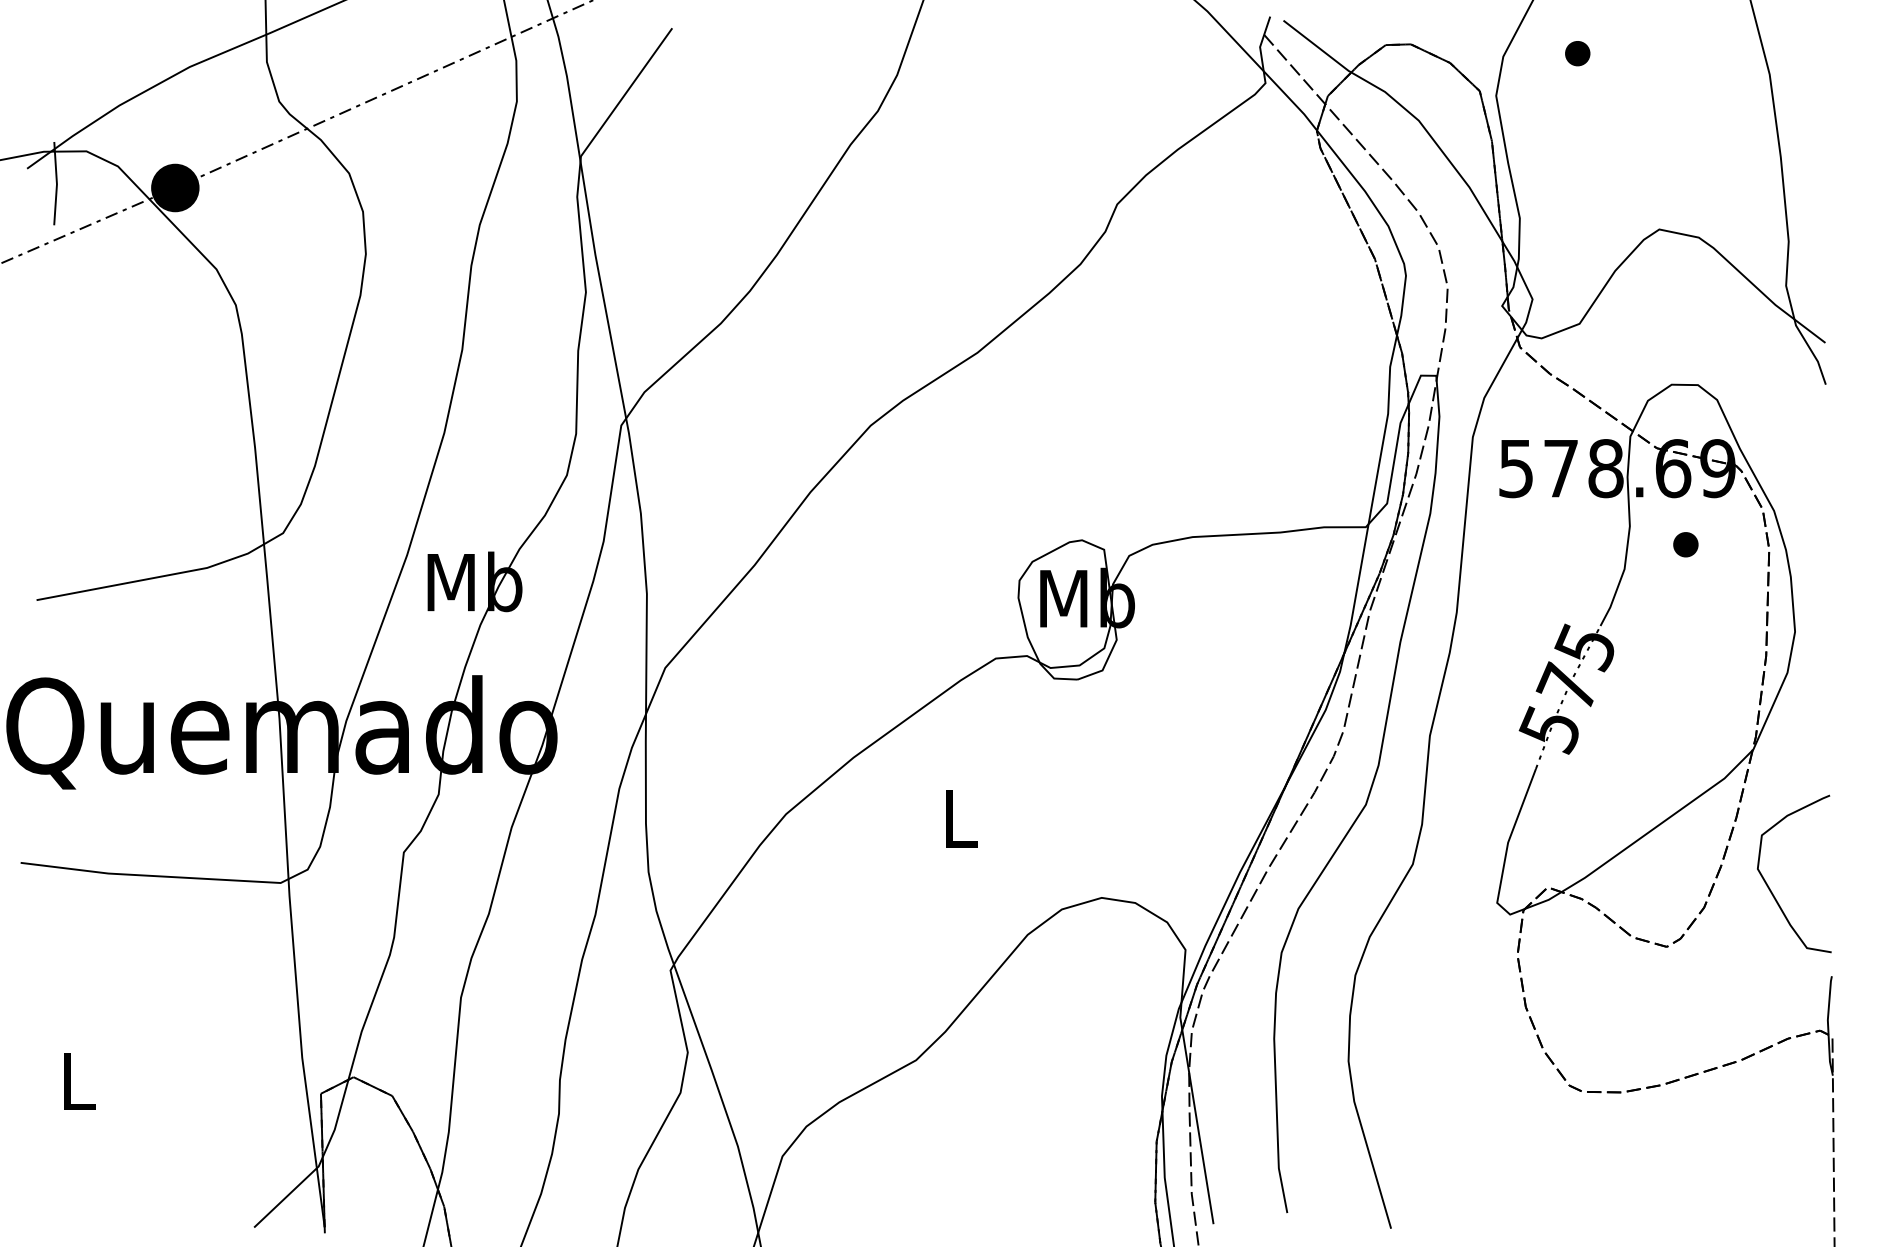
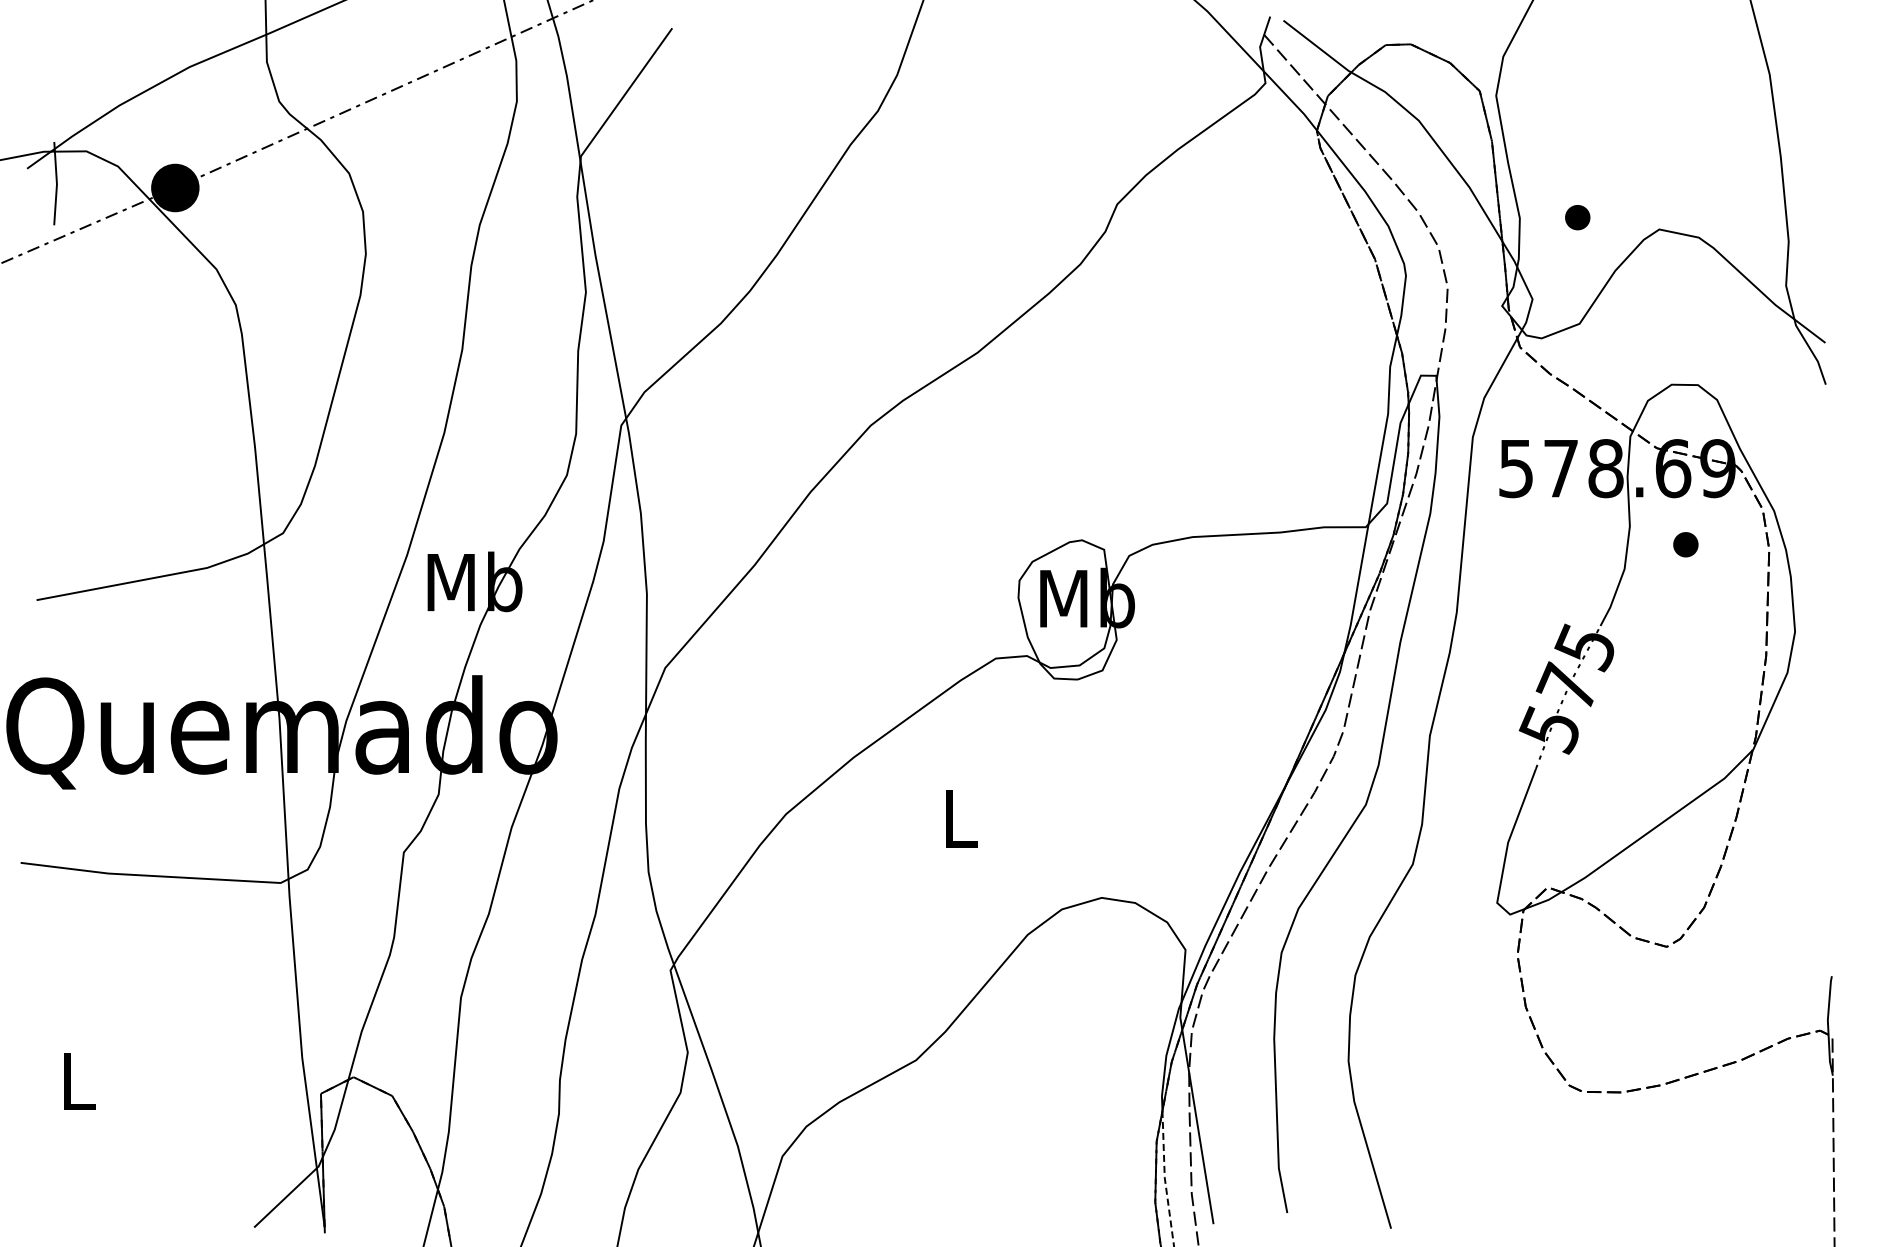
part at (1577, 53) position: (1577, 53) -> (1577, 217)
curve at (1769, 886): present -> none
line at (1164, 1178): solid -> dashed
